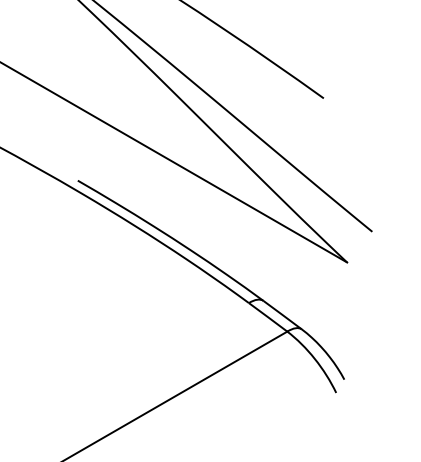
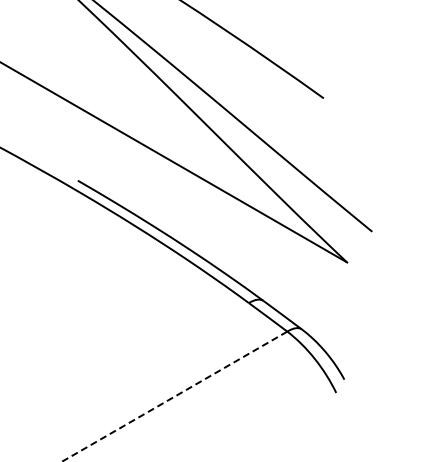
line at (174, 396): solid -> dashed
